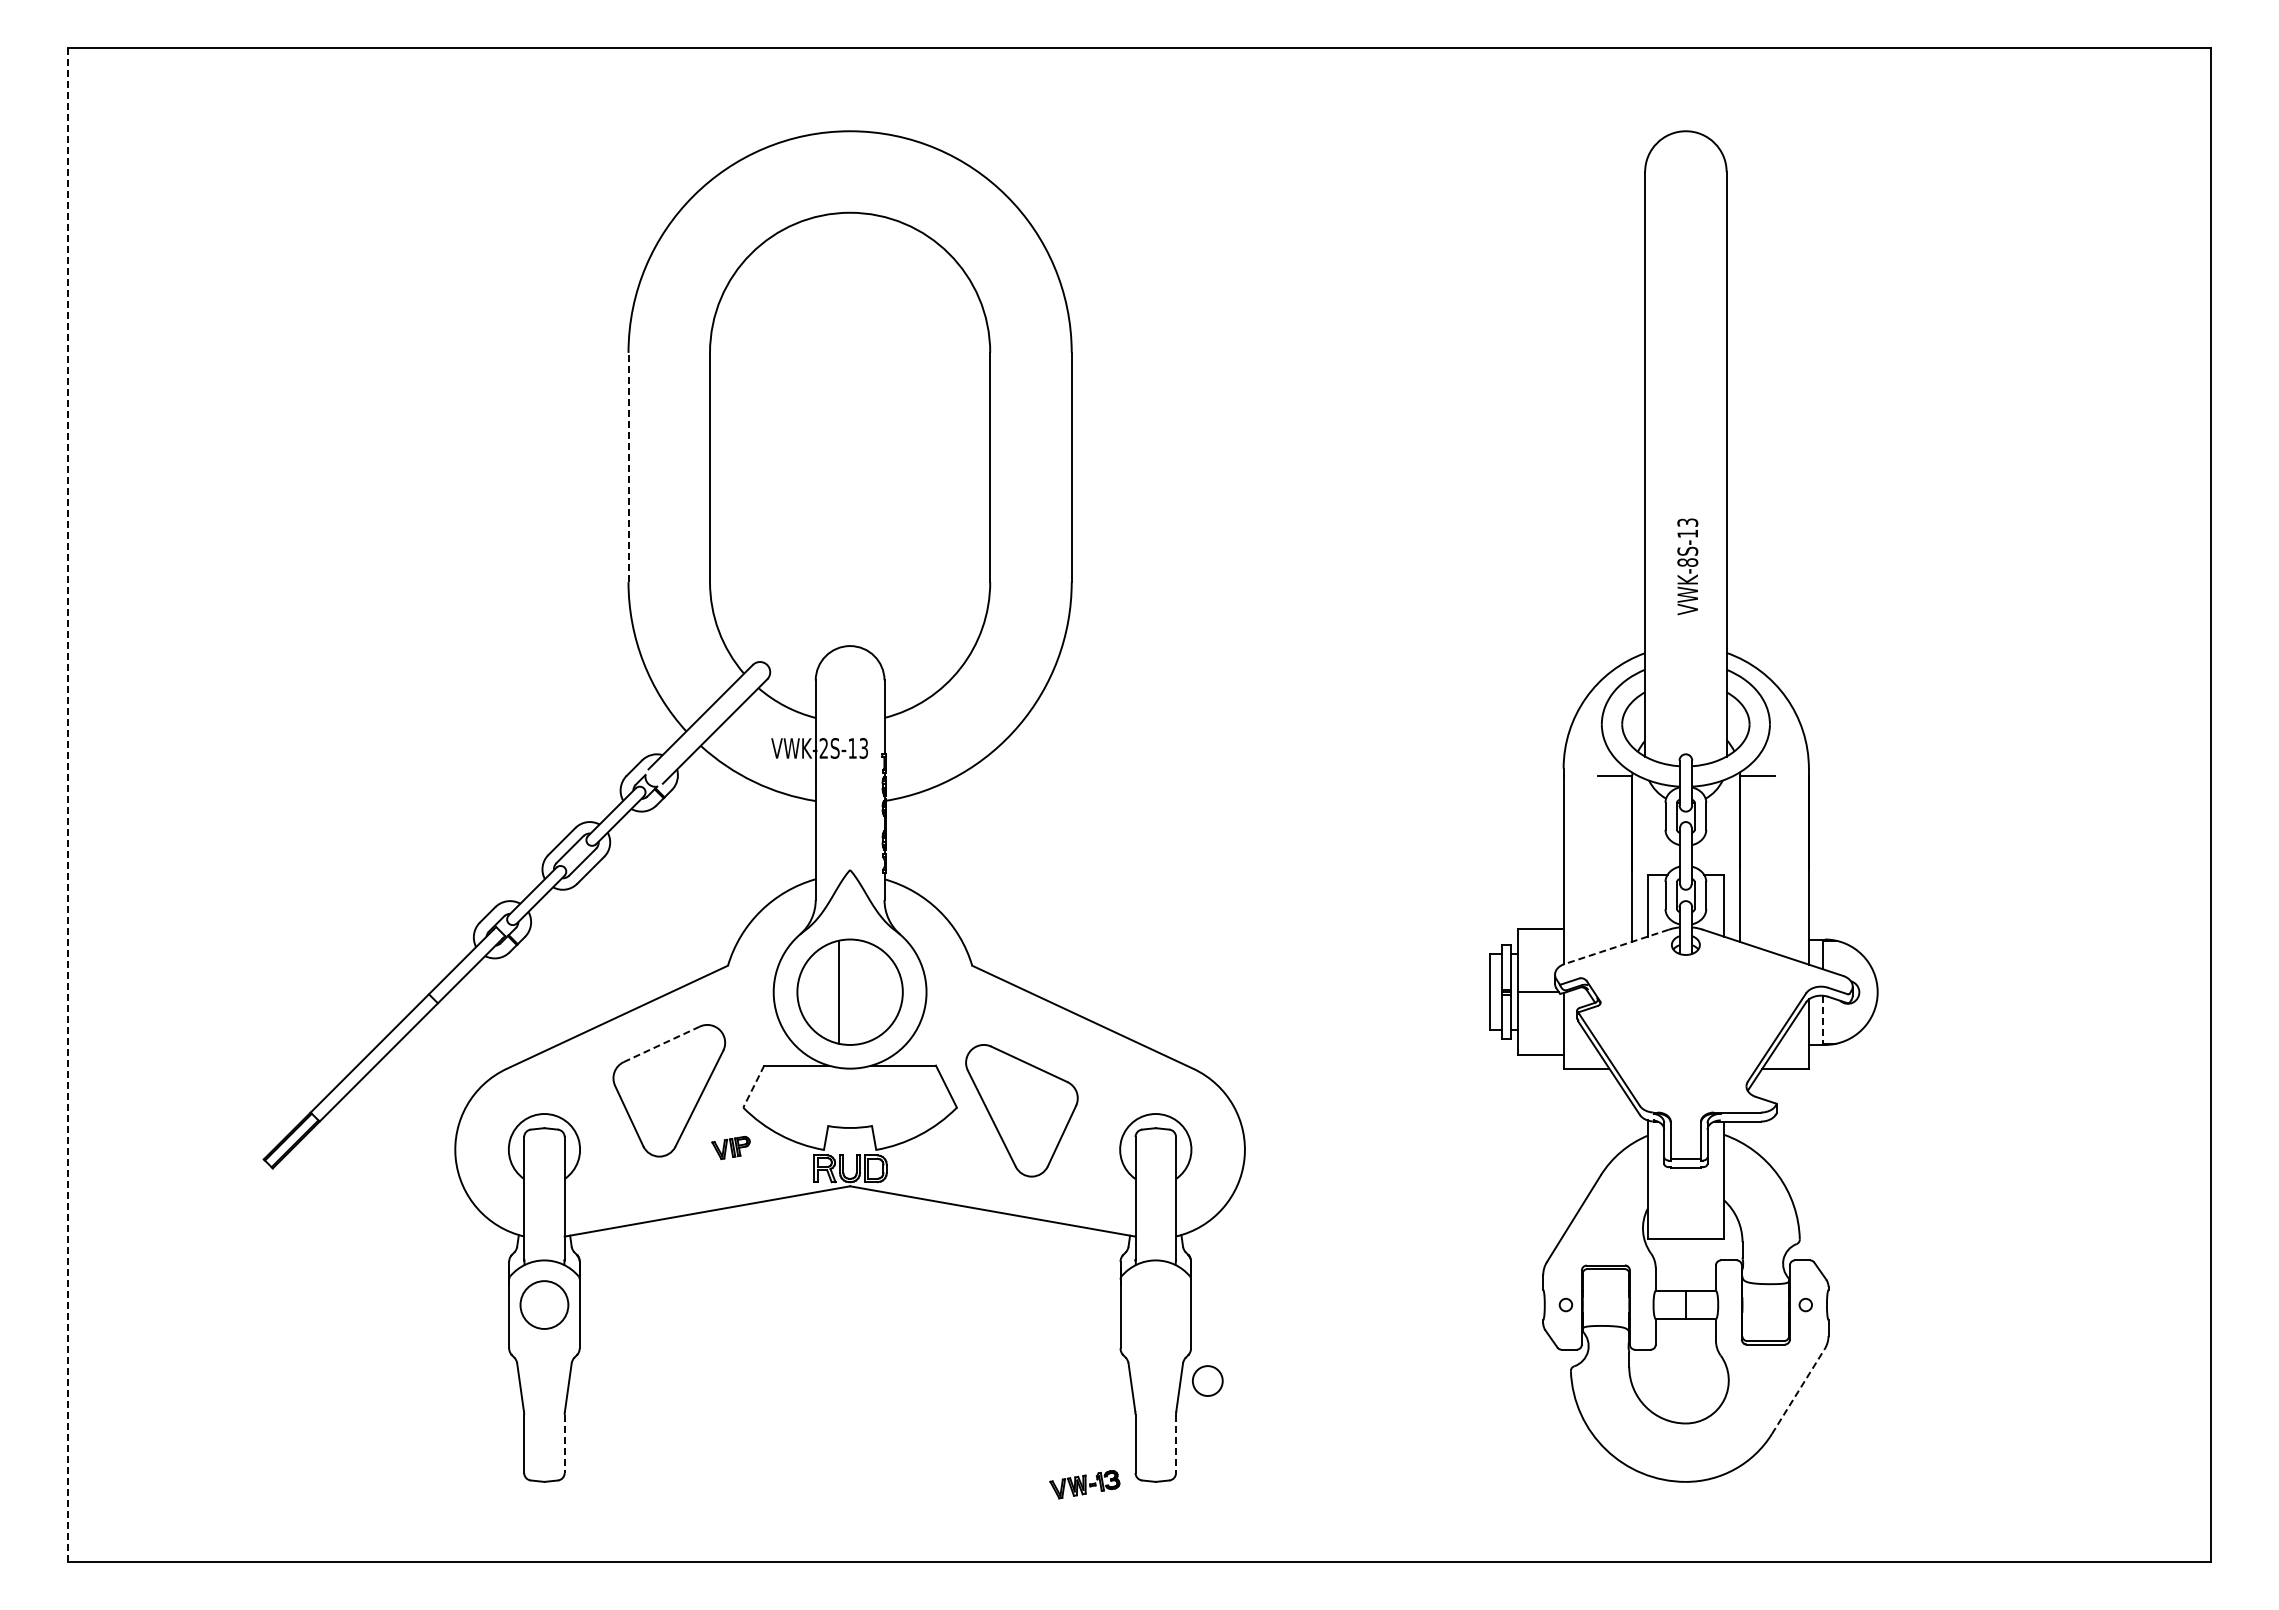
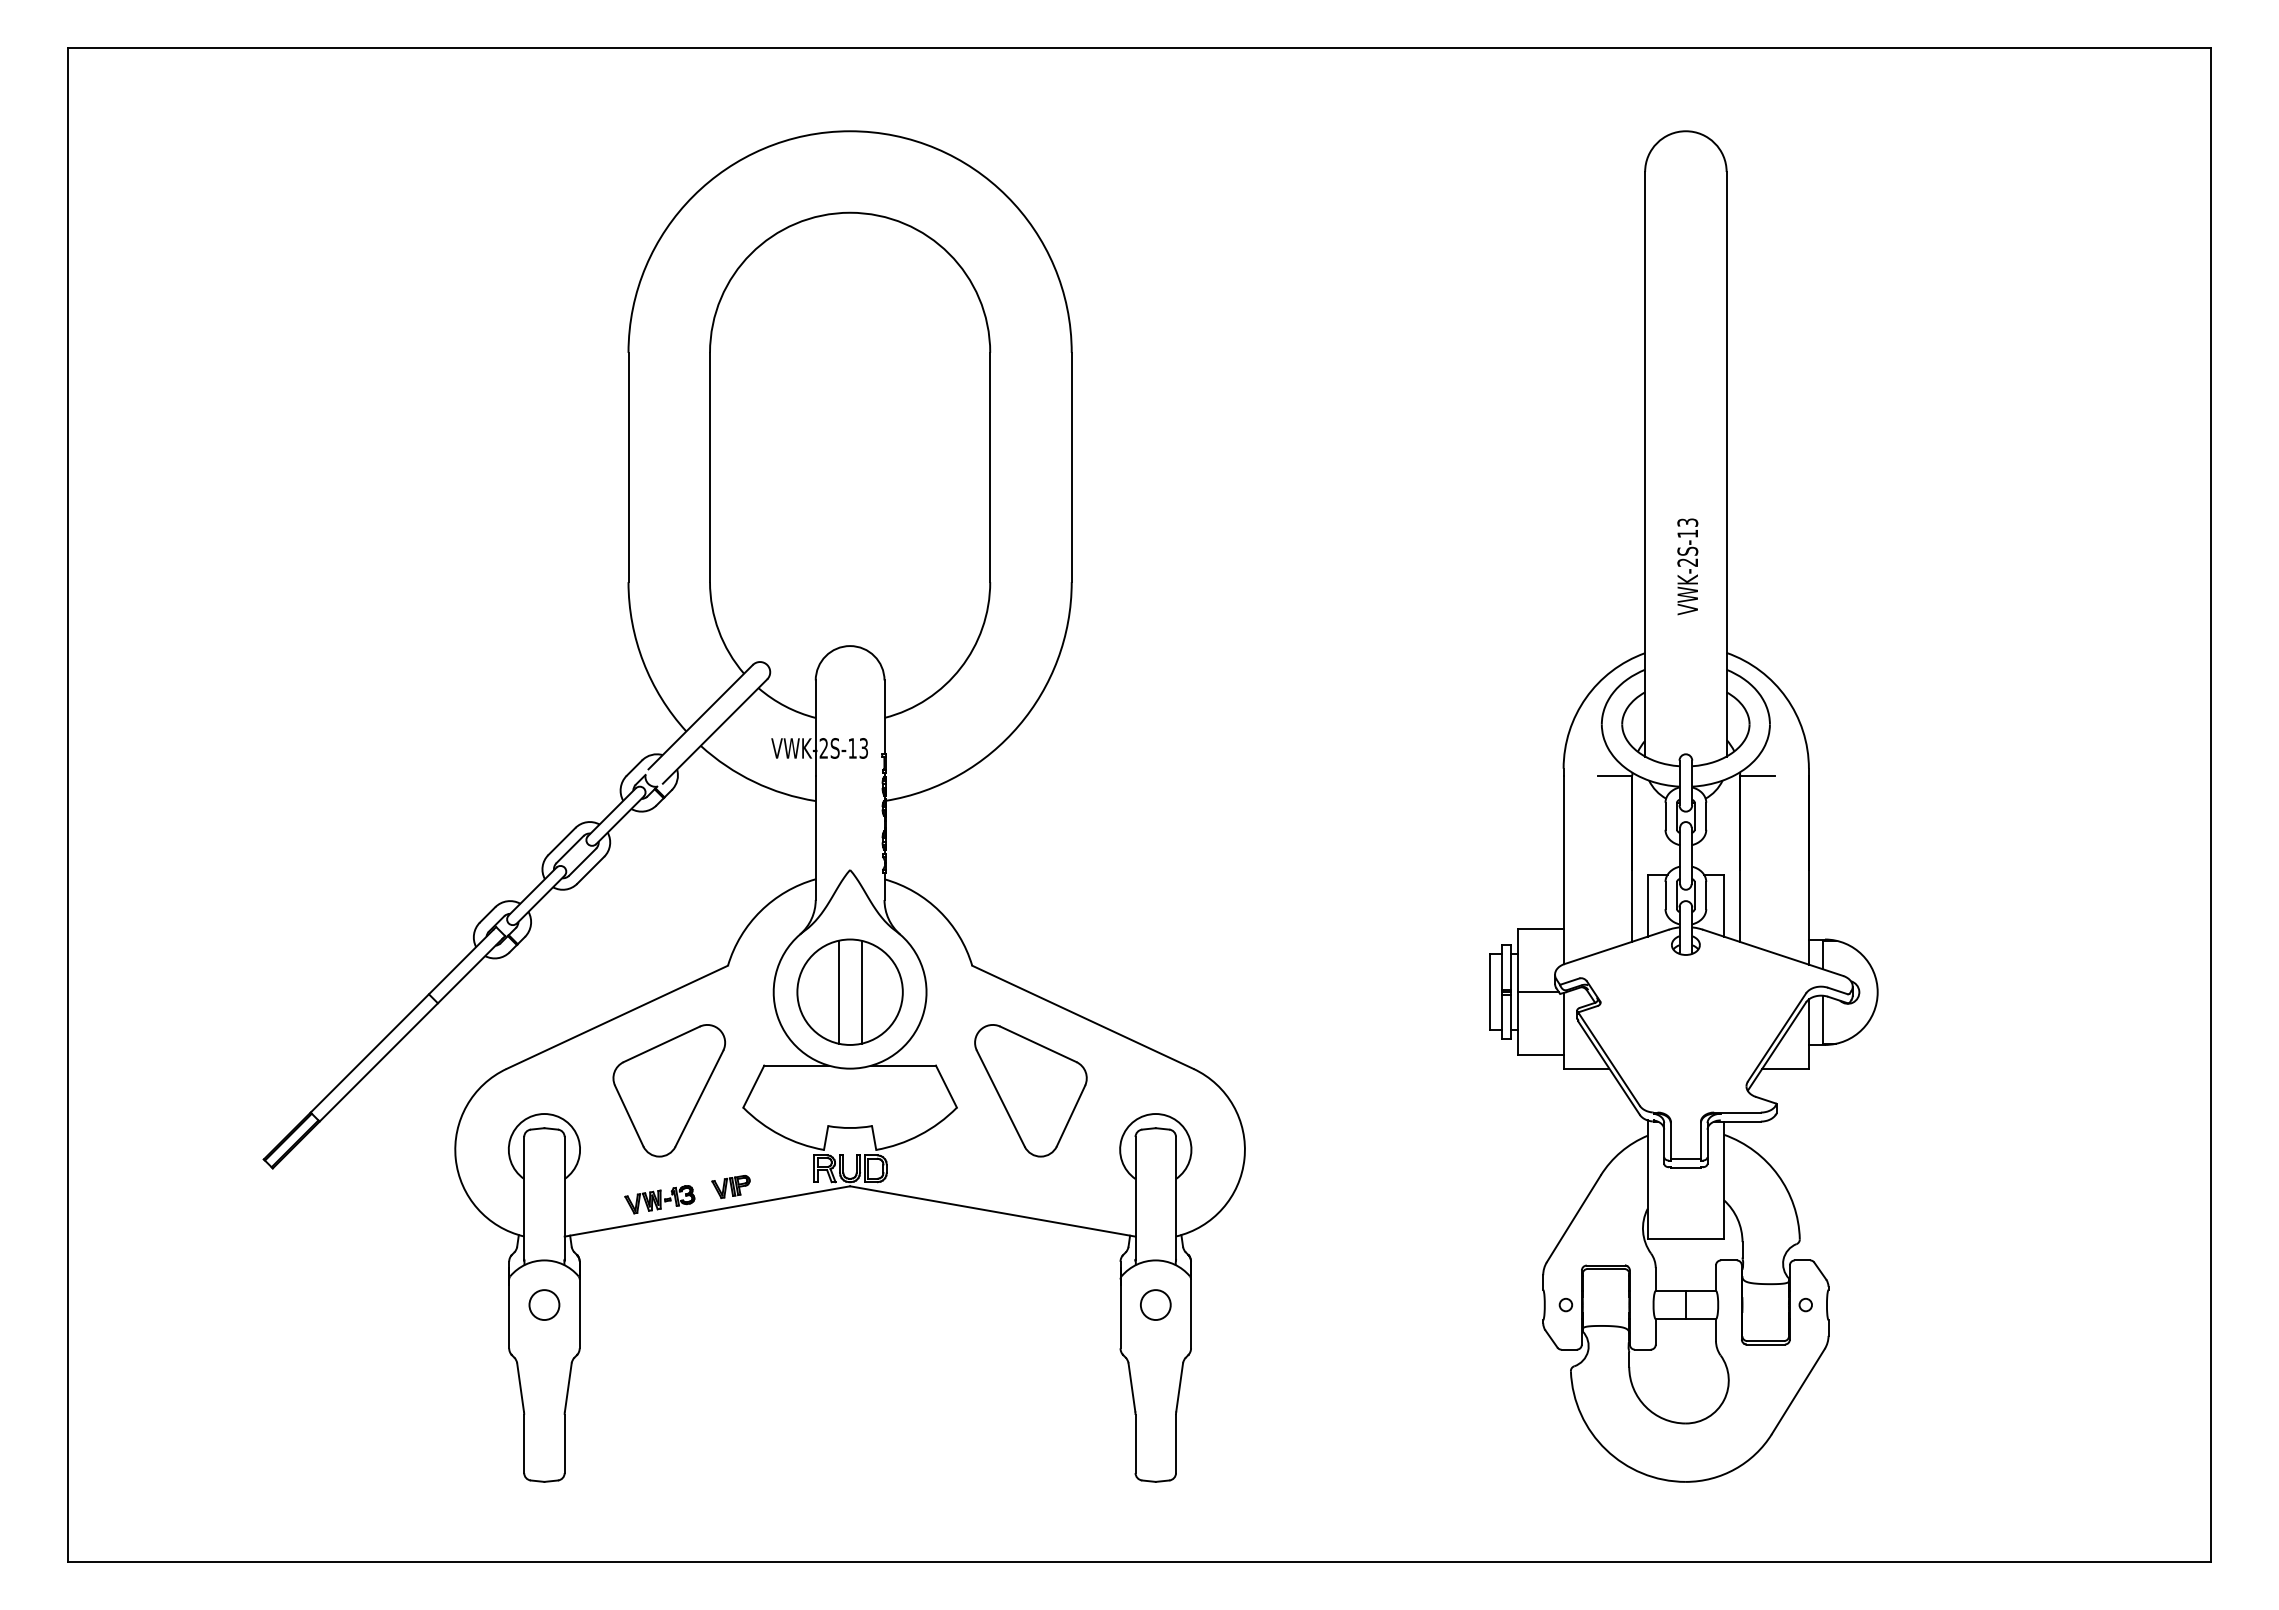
line at (628, 467): dashed -> solid
text at (1687, 562): VWK-8S-13 -> VWK-2S-13
line at (68, 805): dashed -> solid
line at (1616, 946): dashed -> solid
line at (861, 991): none -> present
line at (1822, 1019): dashed -> solid
line at (661, 1044): dashed -> solid
line at (753, 1087): dashed -> solid
part at (1021, 1110) position: (1021, 1110) -> (1030, 1090)
part at (730, 1147) position: (730, 1147) -> (730, 1186)
circle at (544, 1304) diameter: 48 px -> 30 px
circle at (1207, 1380) position: (1207, 1380) -> (1155, 1304)
line at (1798, 1391): dashed -> solid
line at (564, 1444): dashed -> solid
line at (1176, 1444): dashed -> solid
part at (1084, 1484) position: (1084, 1484) -> (659, 1199)
